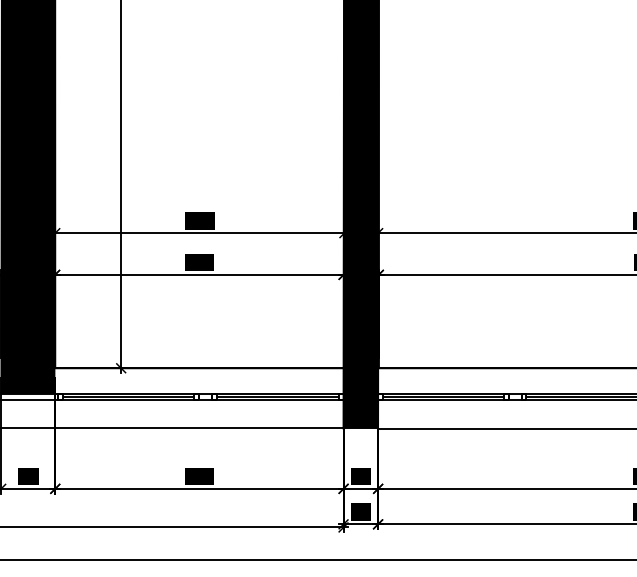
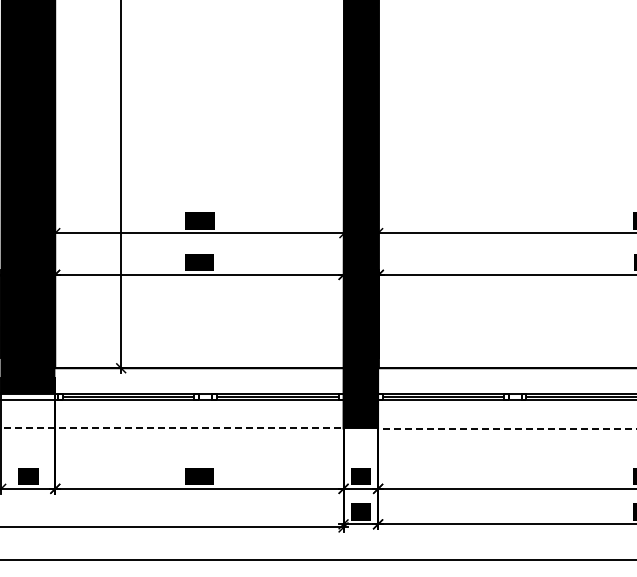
line at (172, 428): solid -> dashed
line at (506, 429): solid -> dashed
